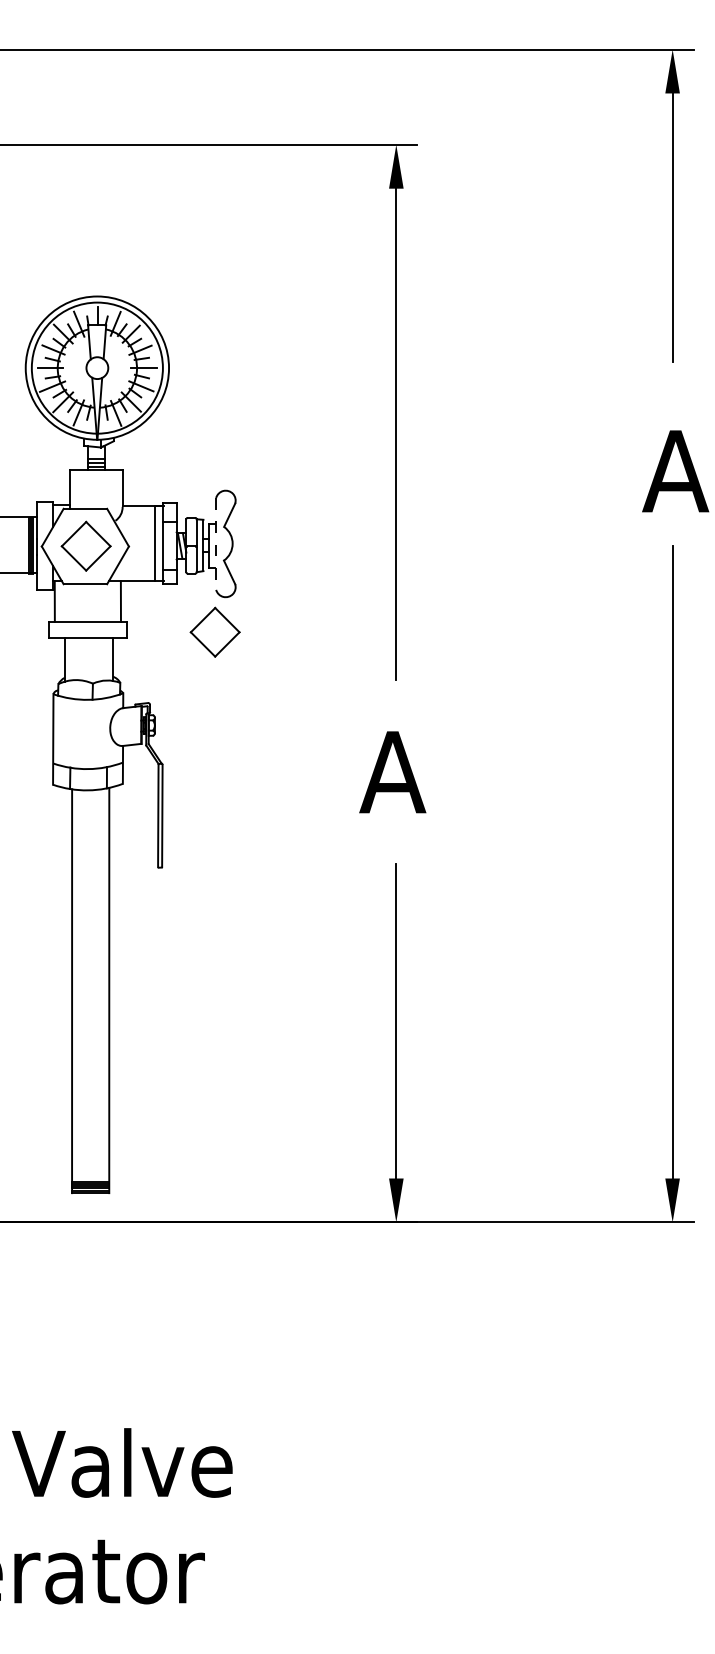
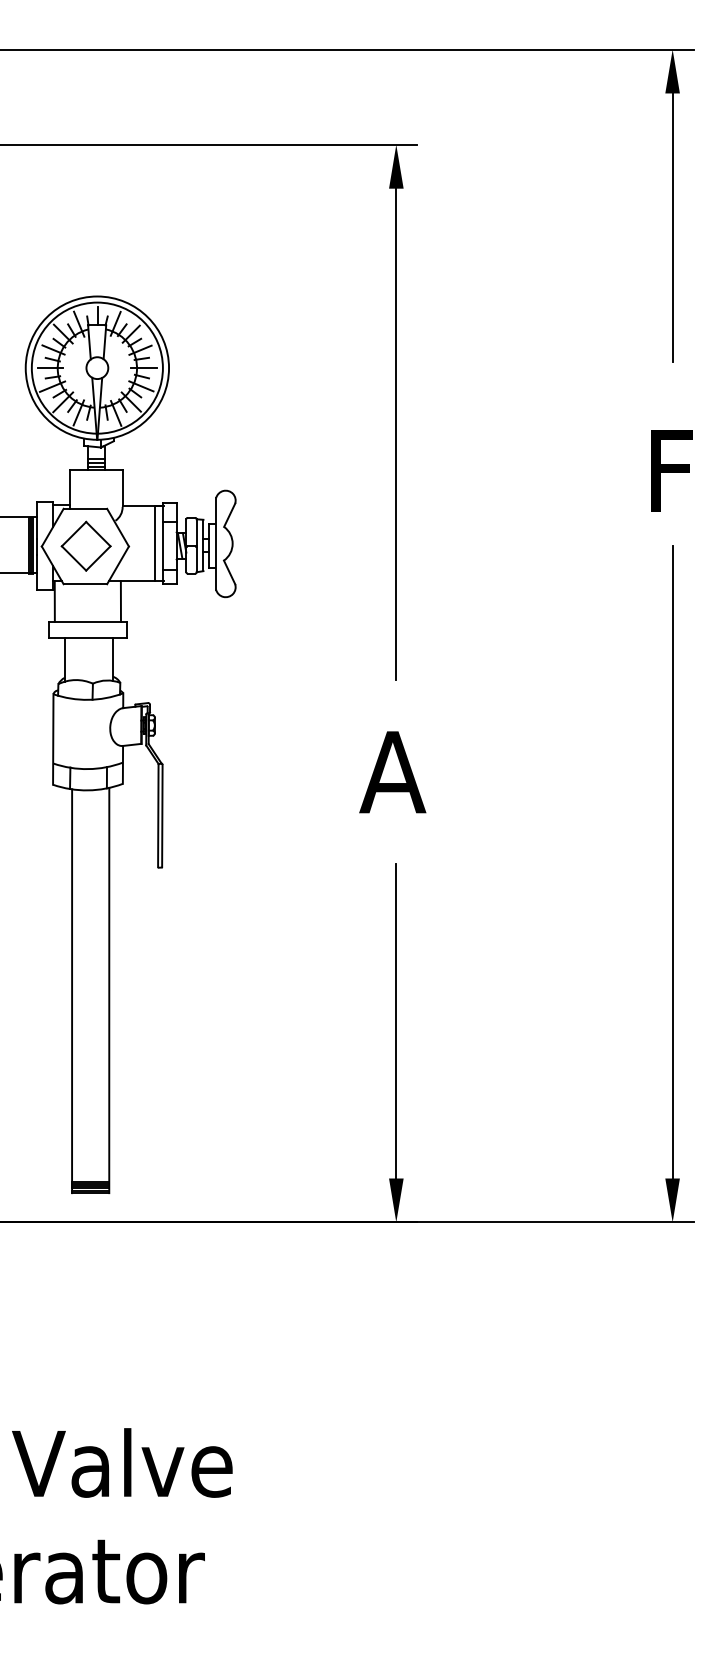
text at (675, 471): A -> F
line at (216, 543): dashed -> solid
part at (214, 631): present -> none
